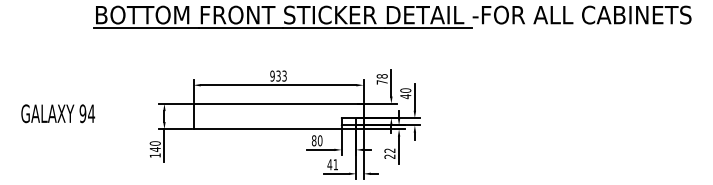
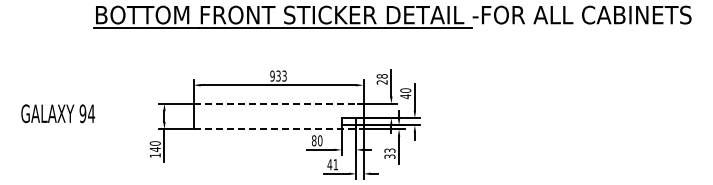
text at (381, 82): 78 -> 28
line at (279, 103): solid -> dashed
line at (279, 129): solid -> dashed
text at (390, 153): 22 -> 33
